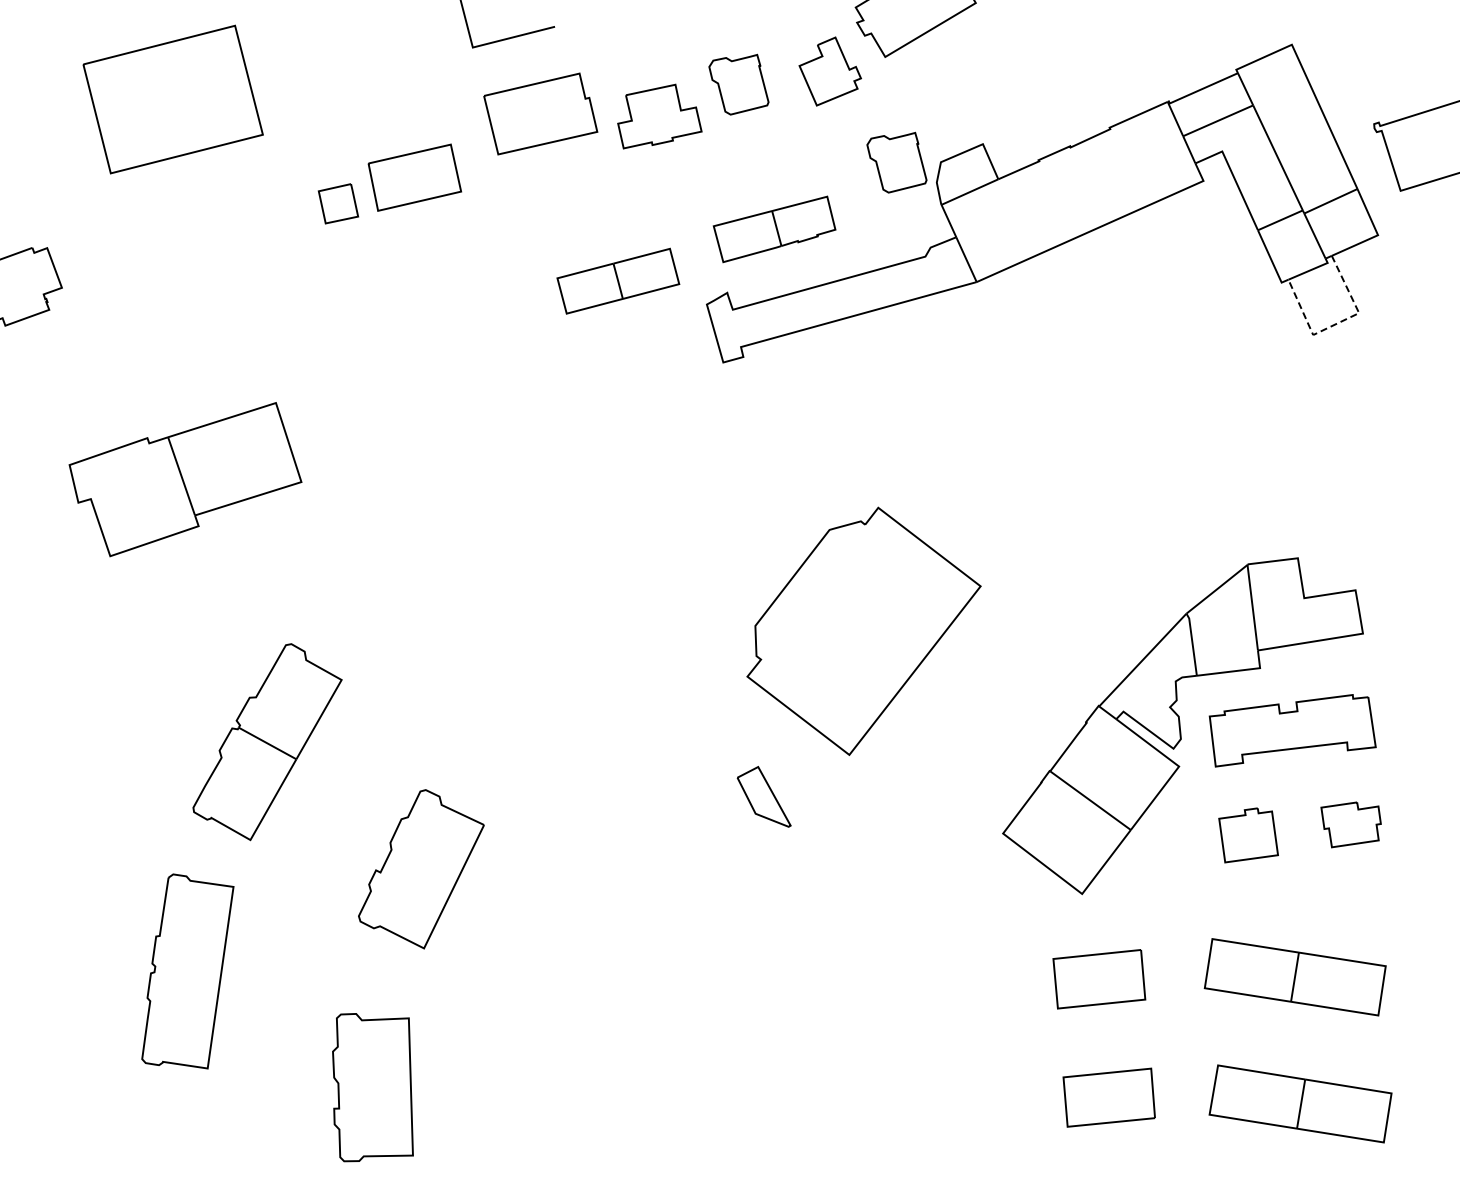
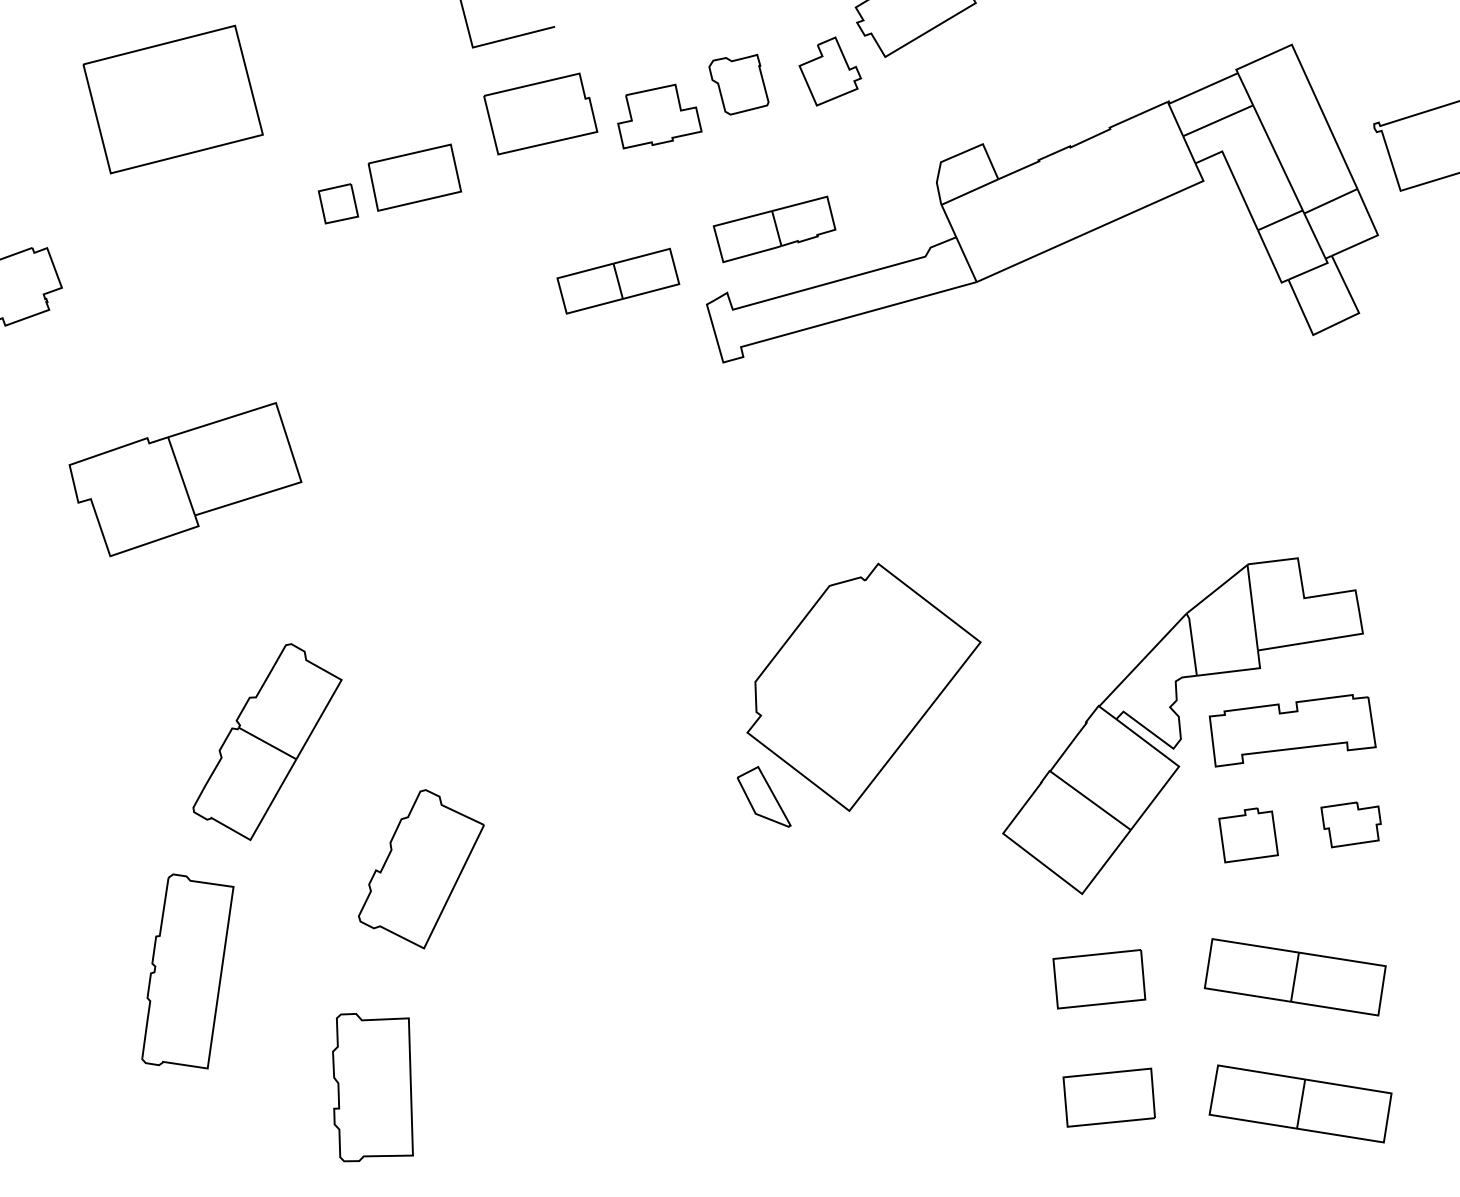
part at (896, 162): present -> none
line at (1337, 323): dashed -> solid
part at (863, 630) position: (863, 630) -> (863, 686)
